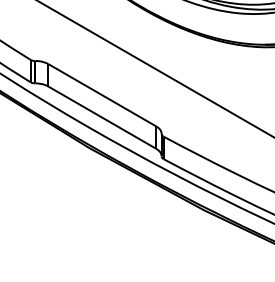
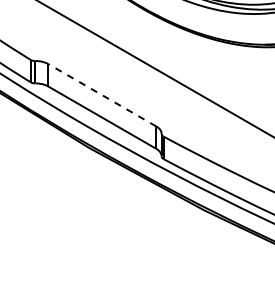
line at (101, 95): solid -> dashed
